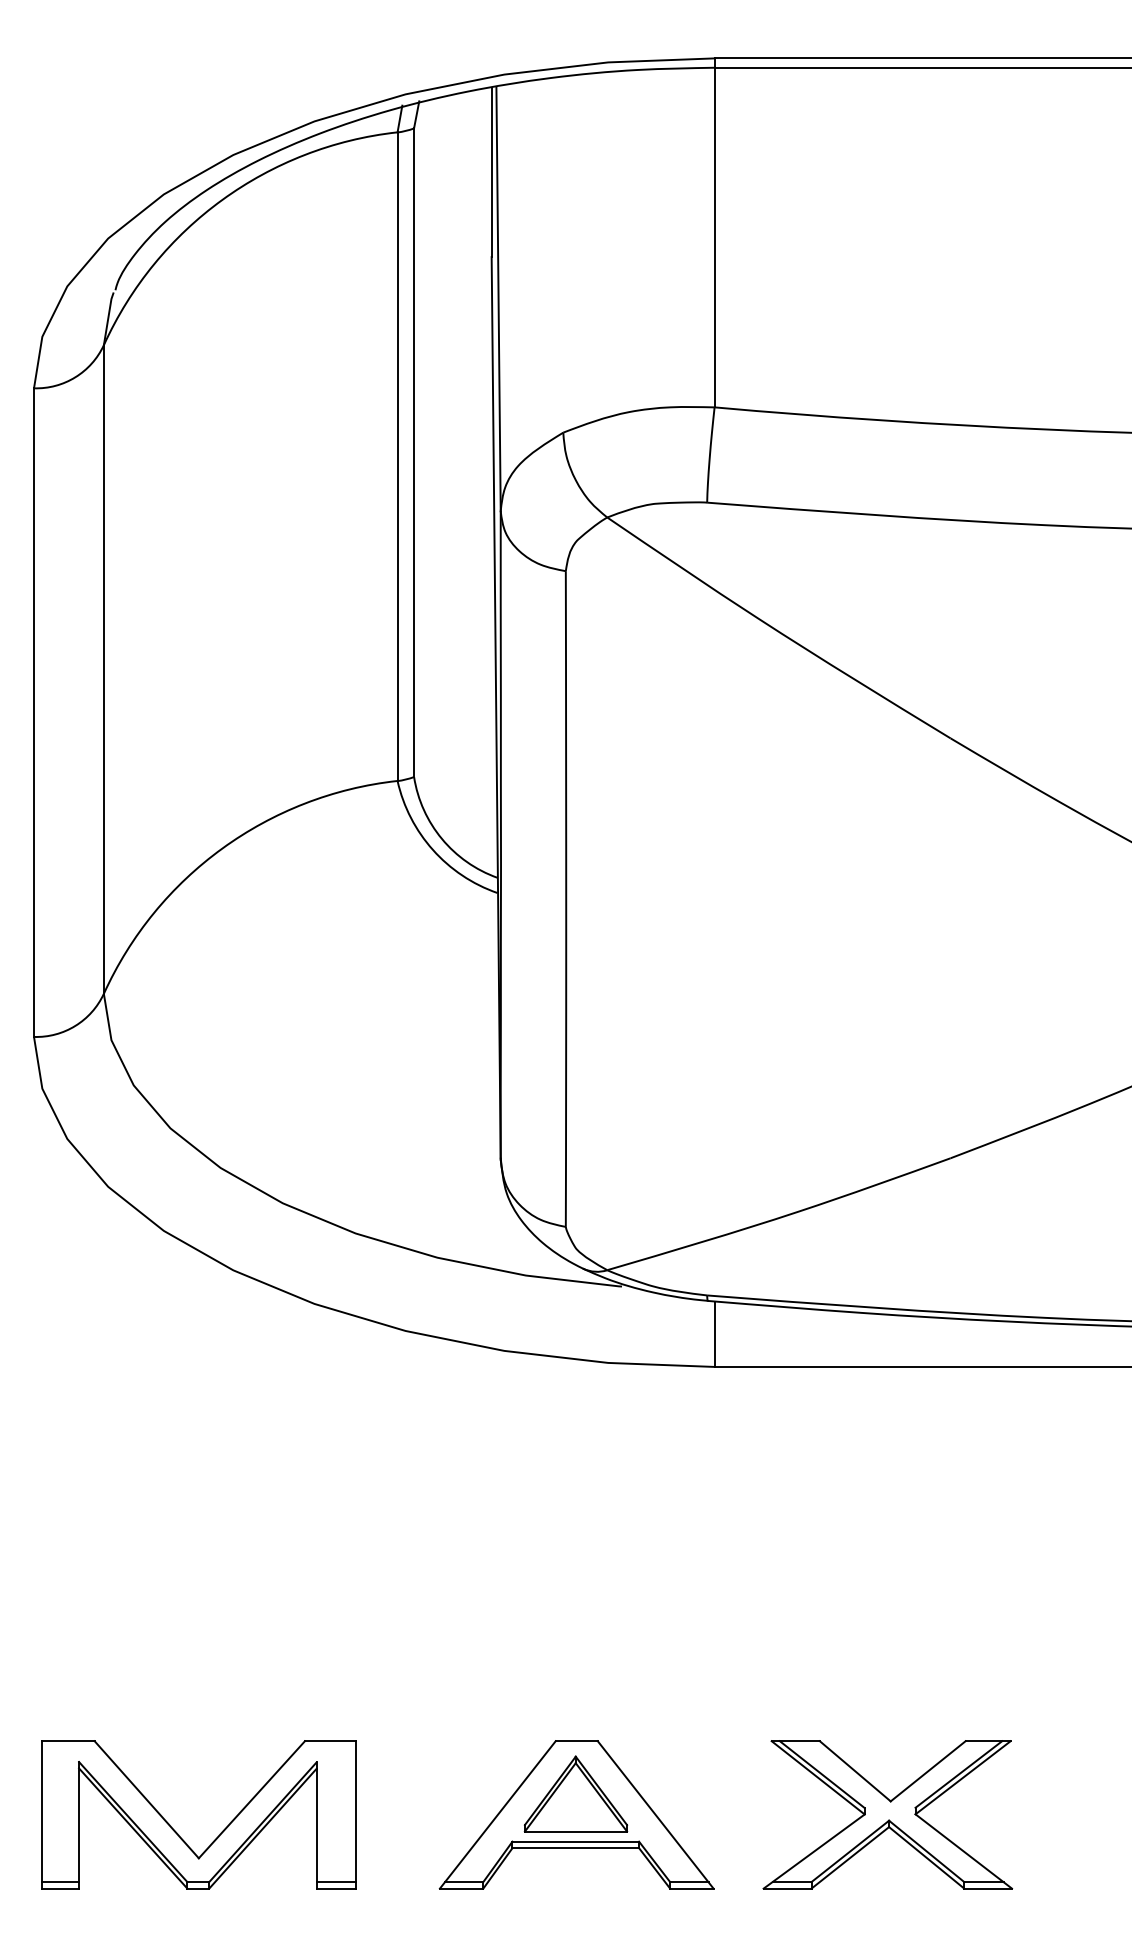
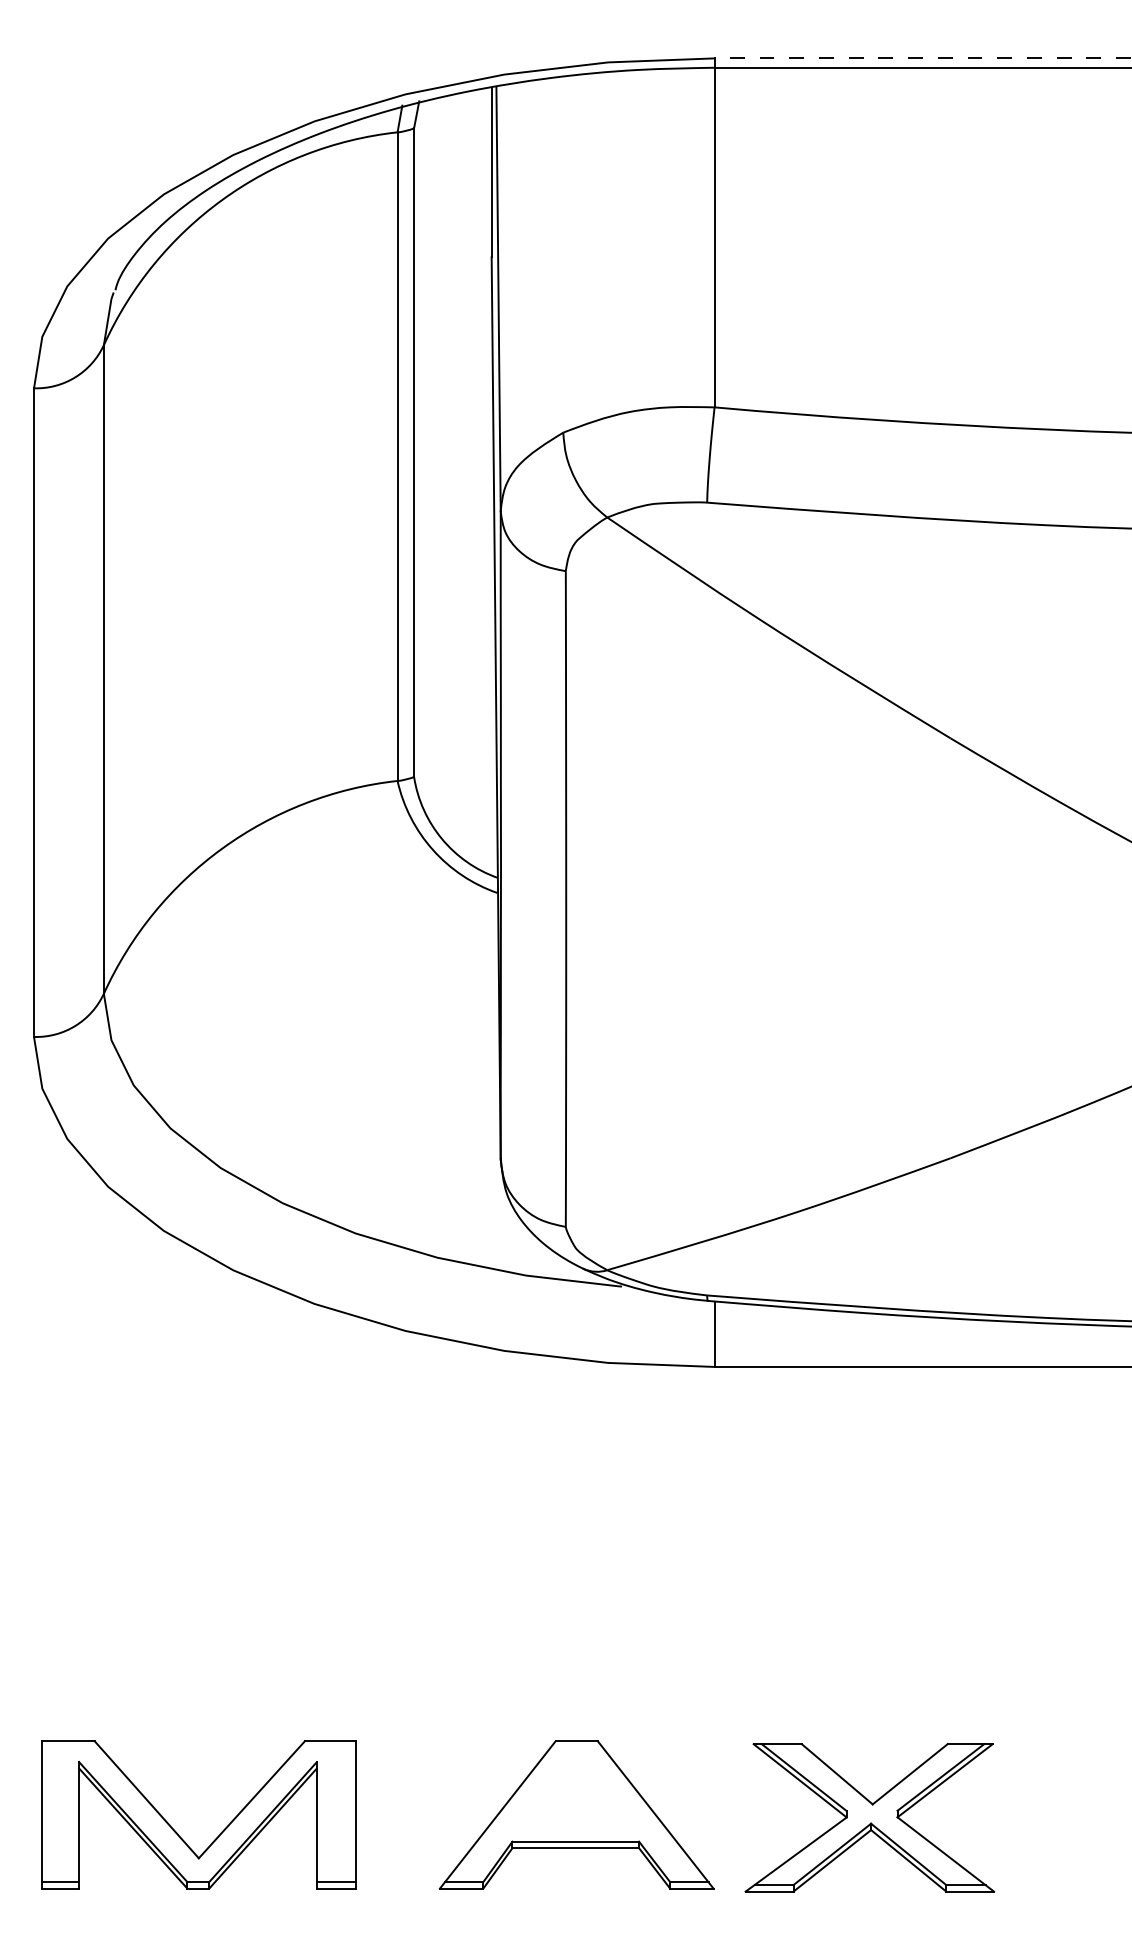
line at (922, 58): solid -> dashed
part at (575, 1793): present -> none
part at (887, 1814) position: (887, 1814) -> (869, 1817)
